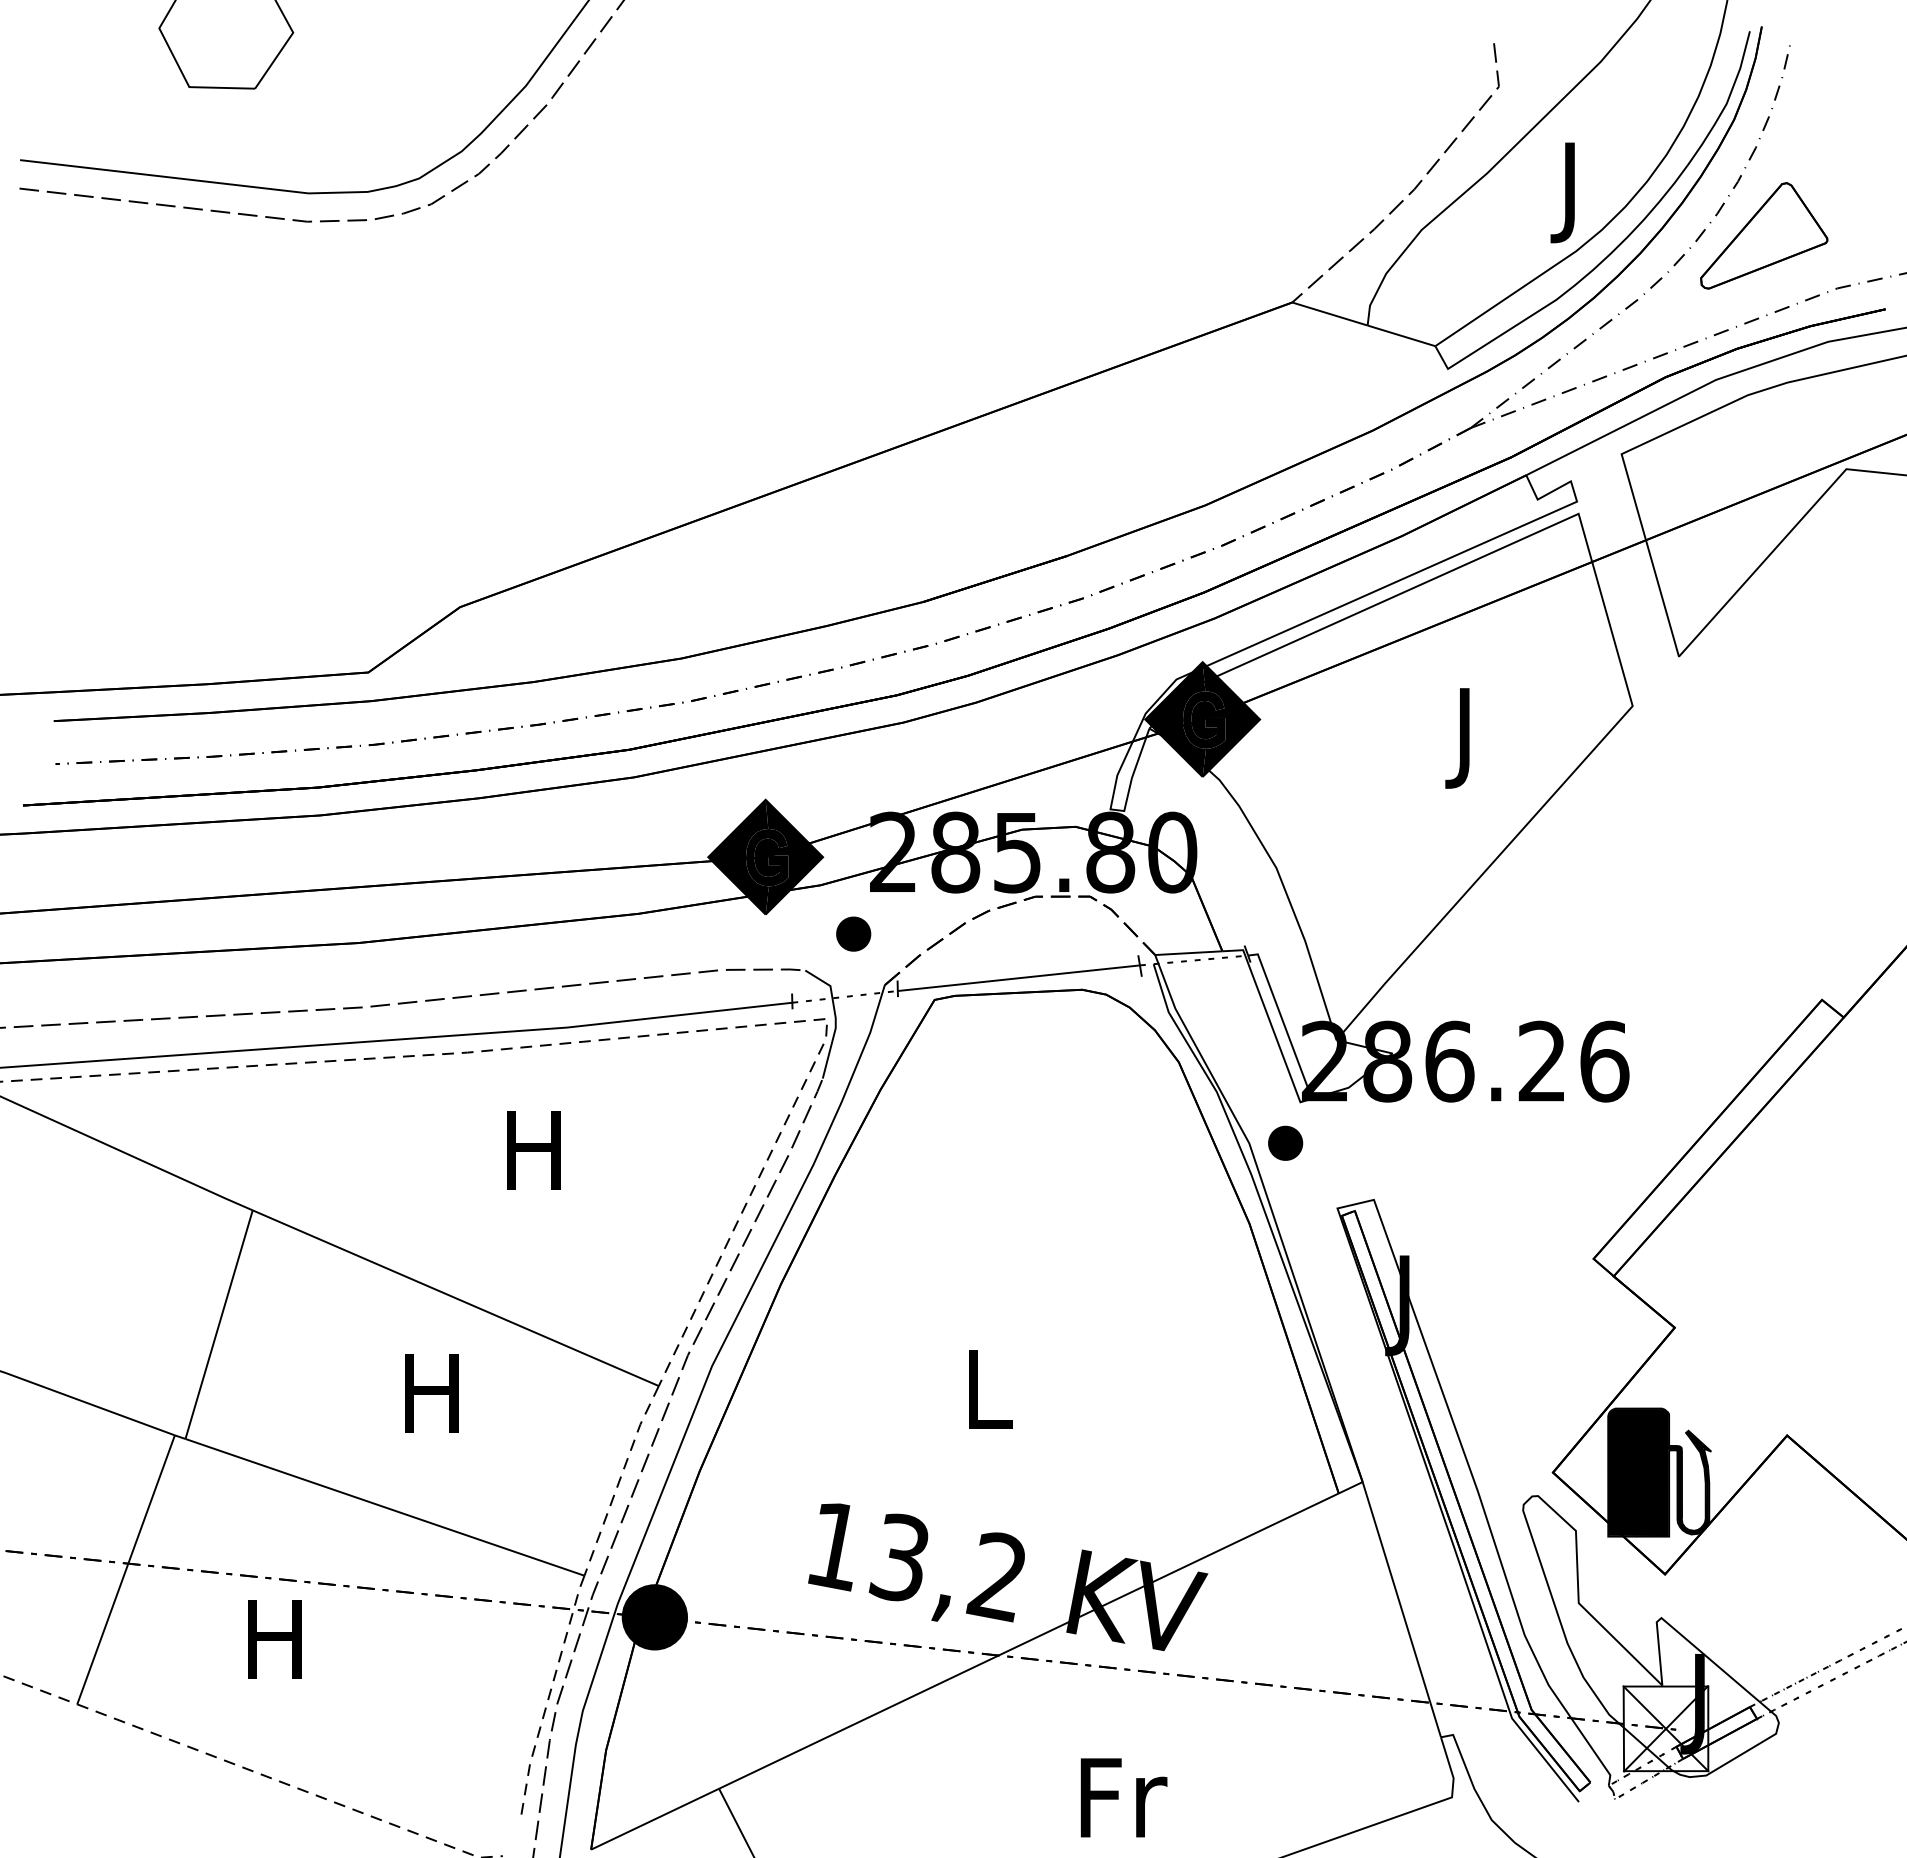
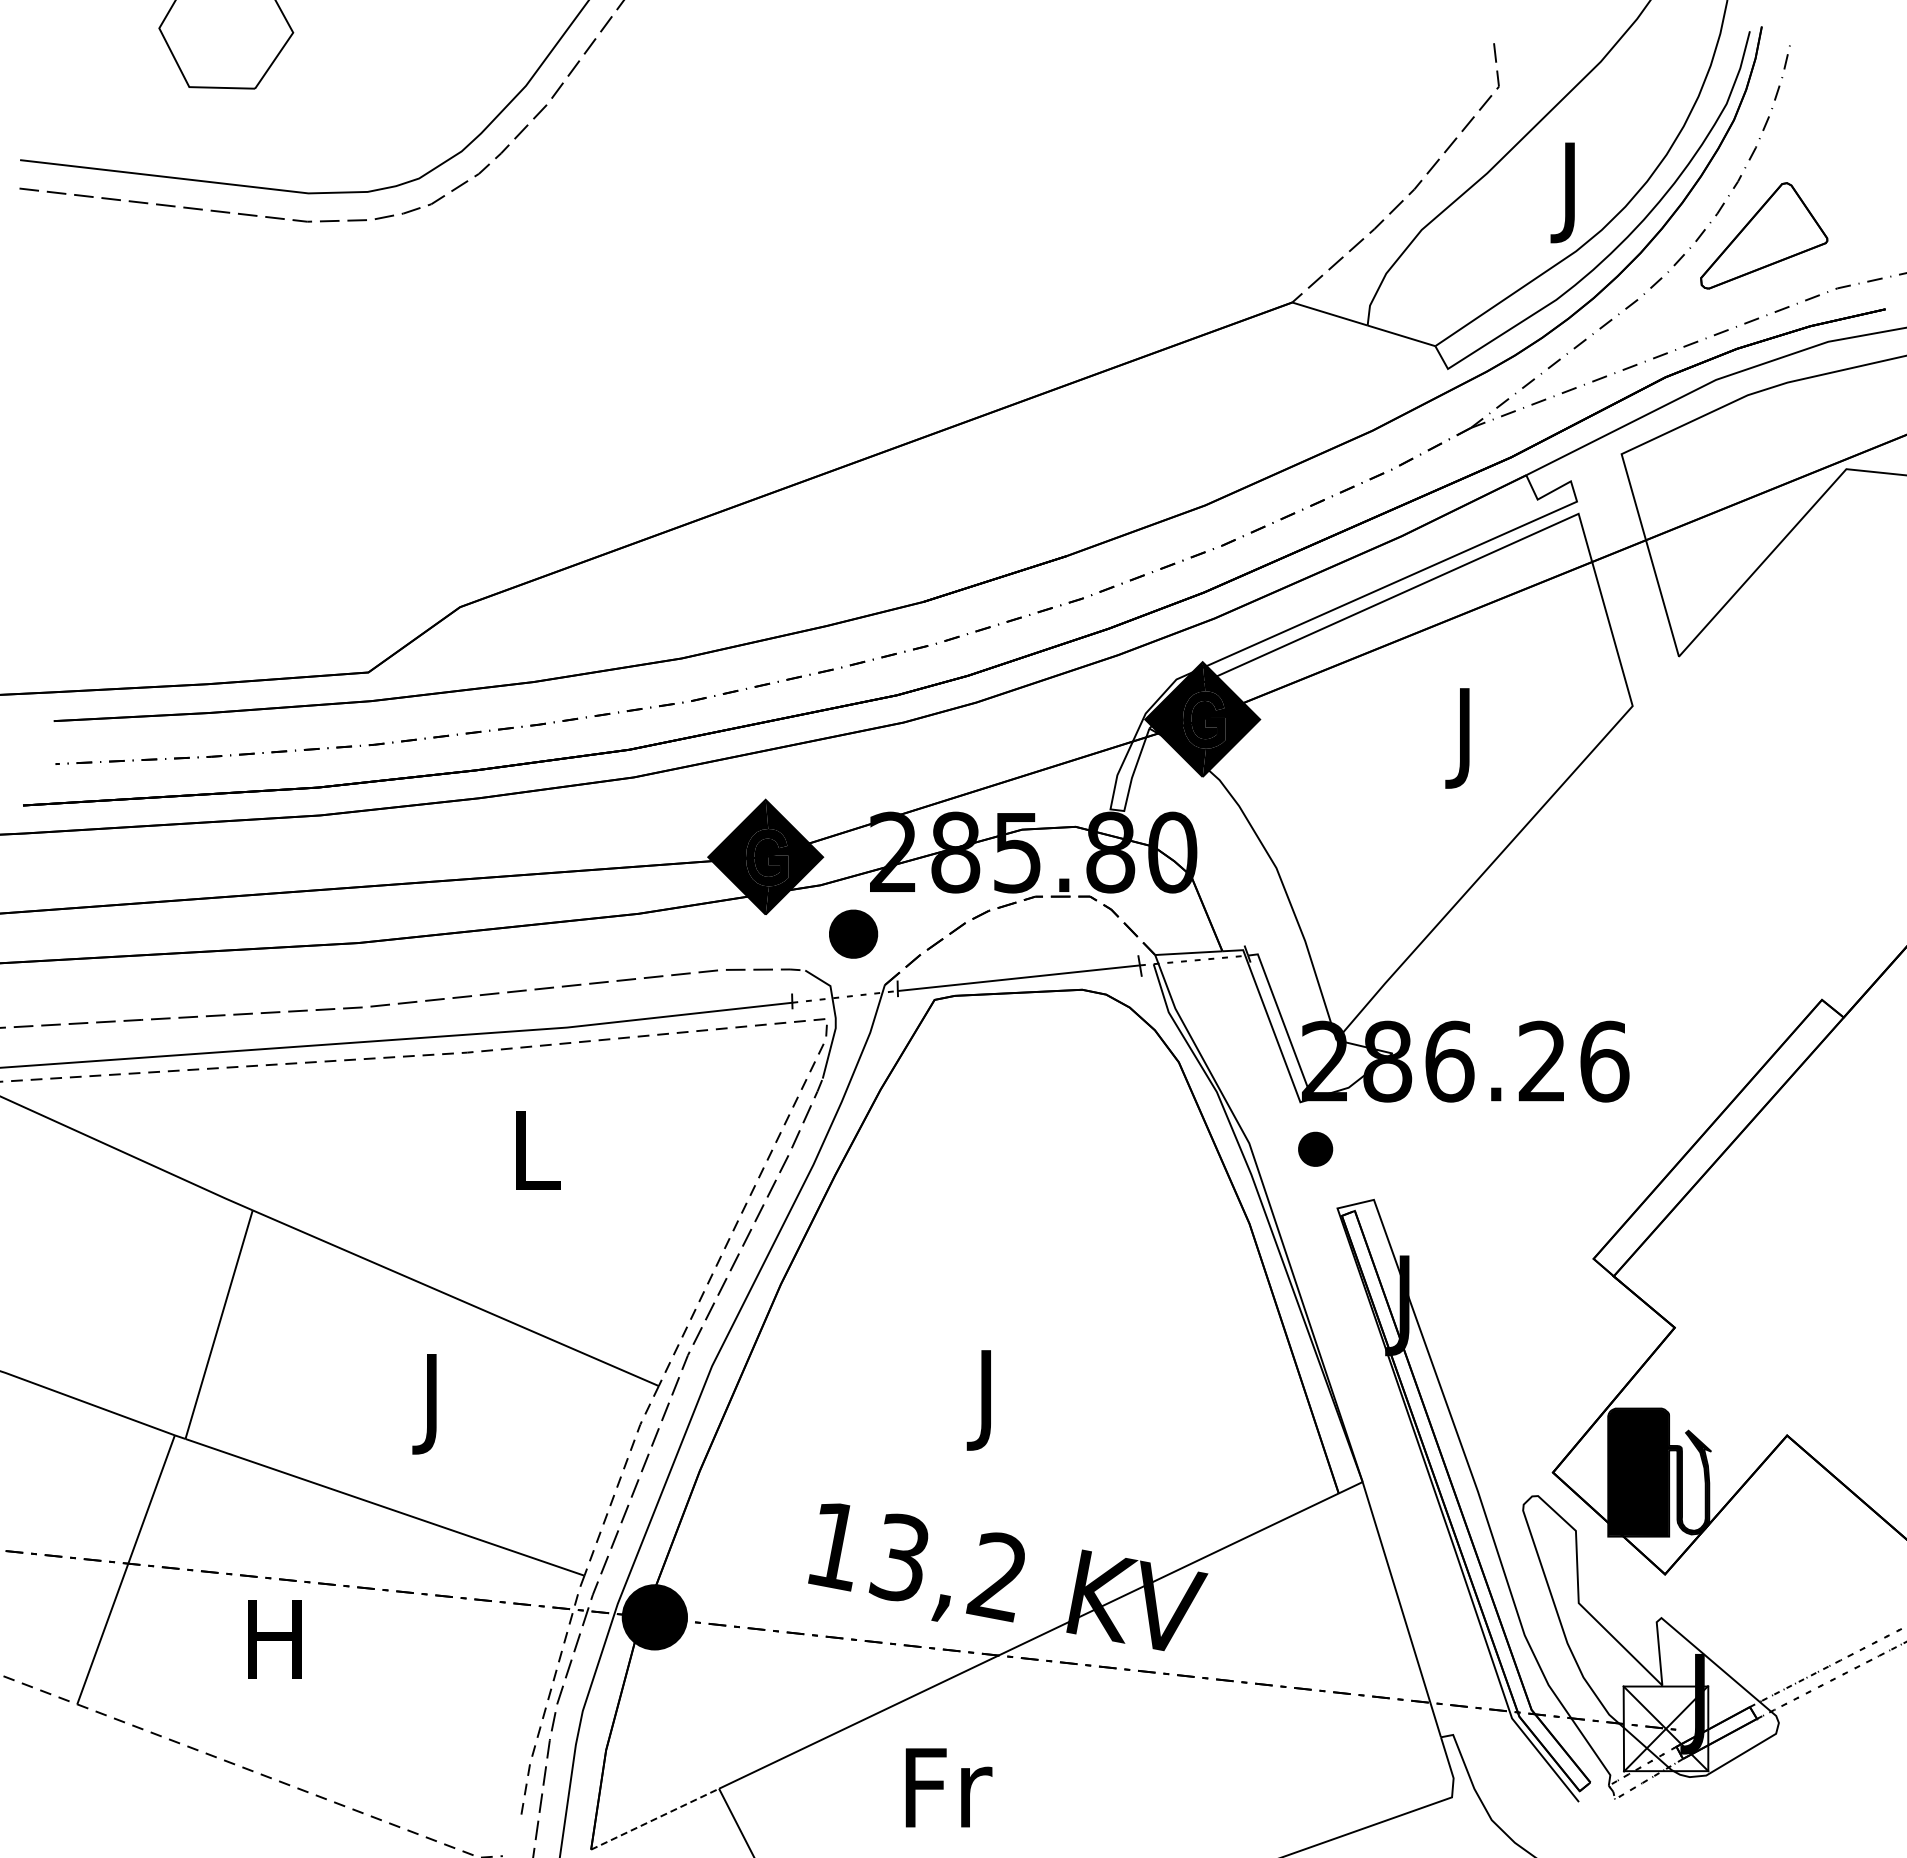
part at (853, 933) size: 36x36 px -> 50x50 px
part at (1285, 1142) position: (1285, 1142) -> (1315, 1148)
text at (533, 1150): H -> L
text at (989, 1400): L -> J
text at (431, 1404): H -> J
text at (1123, 1797) position: (1123, 1797) -> (948, 1787)
line at (655, 1819): solid -> dashed
